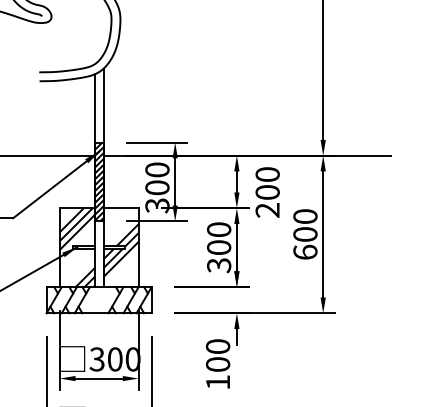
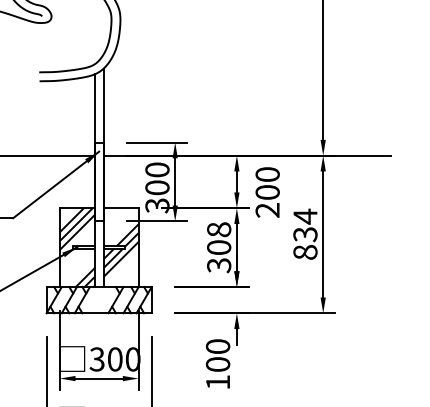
hatch at (98, 181): present -> none
text at (219, 229): 300 -> 308
text at (305, 233): 600 -> 834
